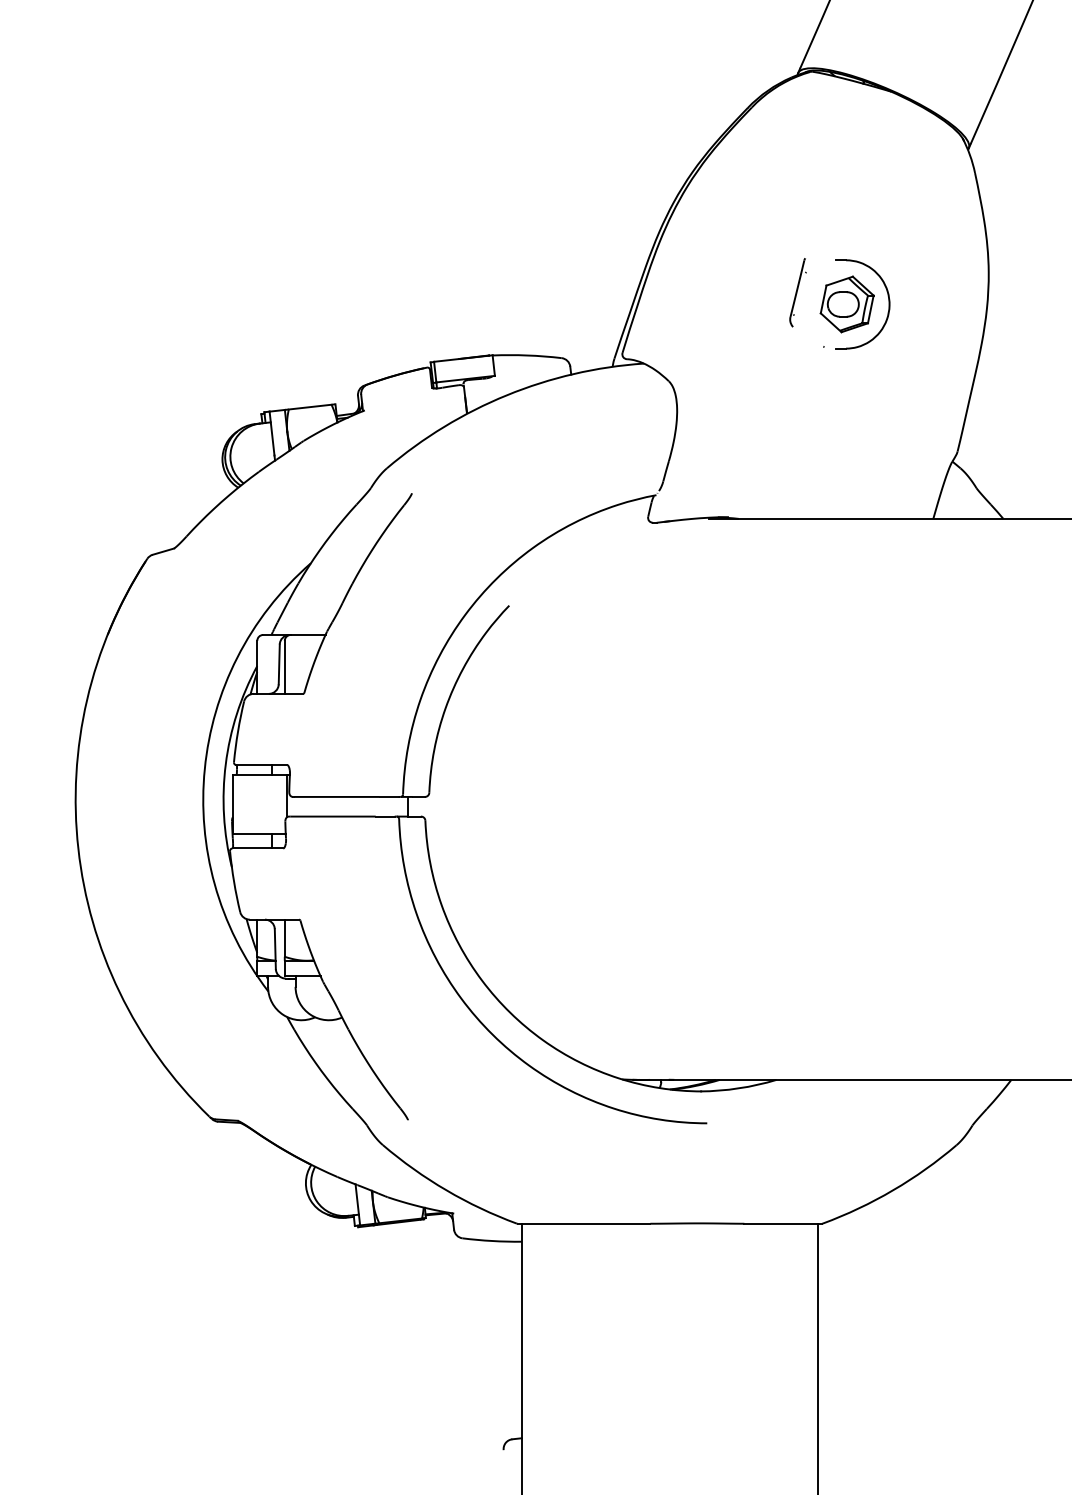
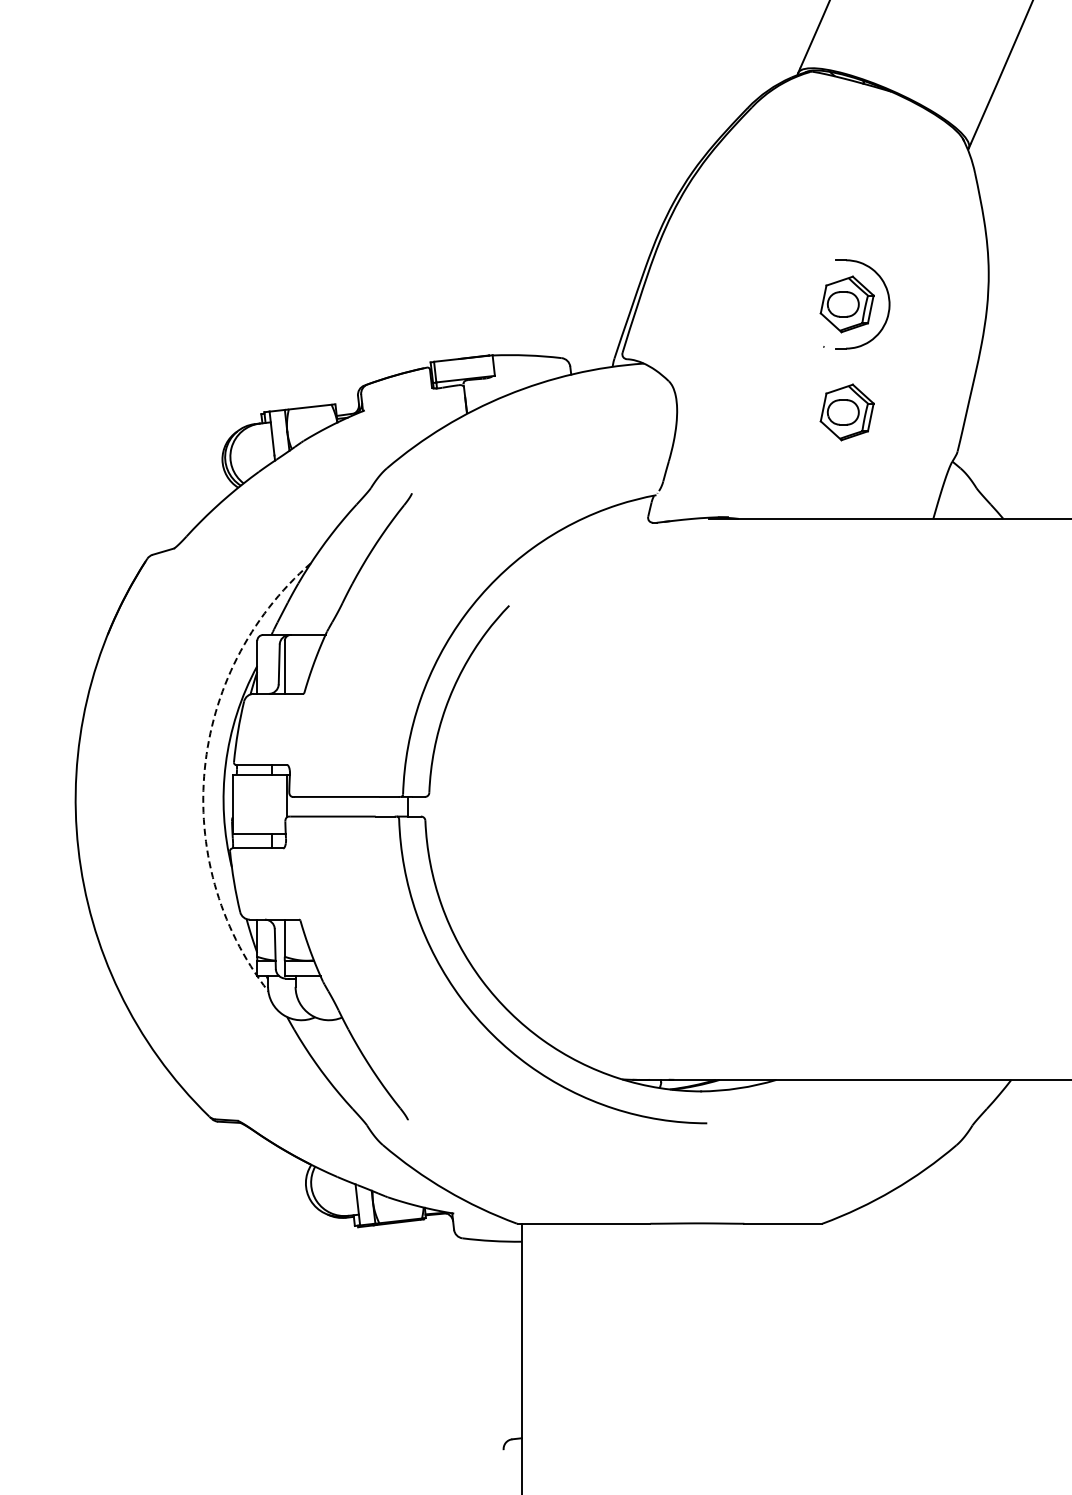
part at (797, 292): present -> none
part at (846, 412): none -> present
arc at (204, 768): solid -> dashed
line at (817, 1357): present -> none
